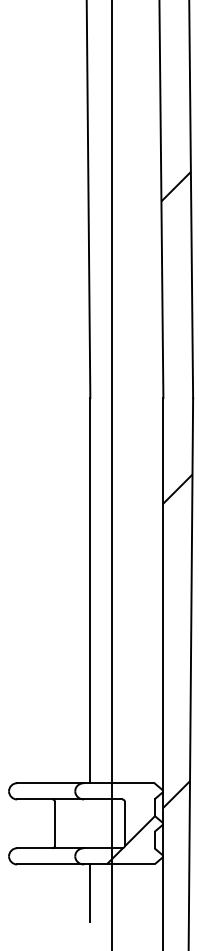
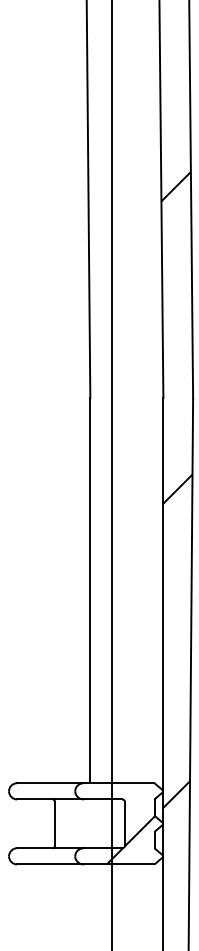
line at (90, 893): present -> none
